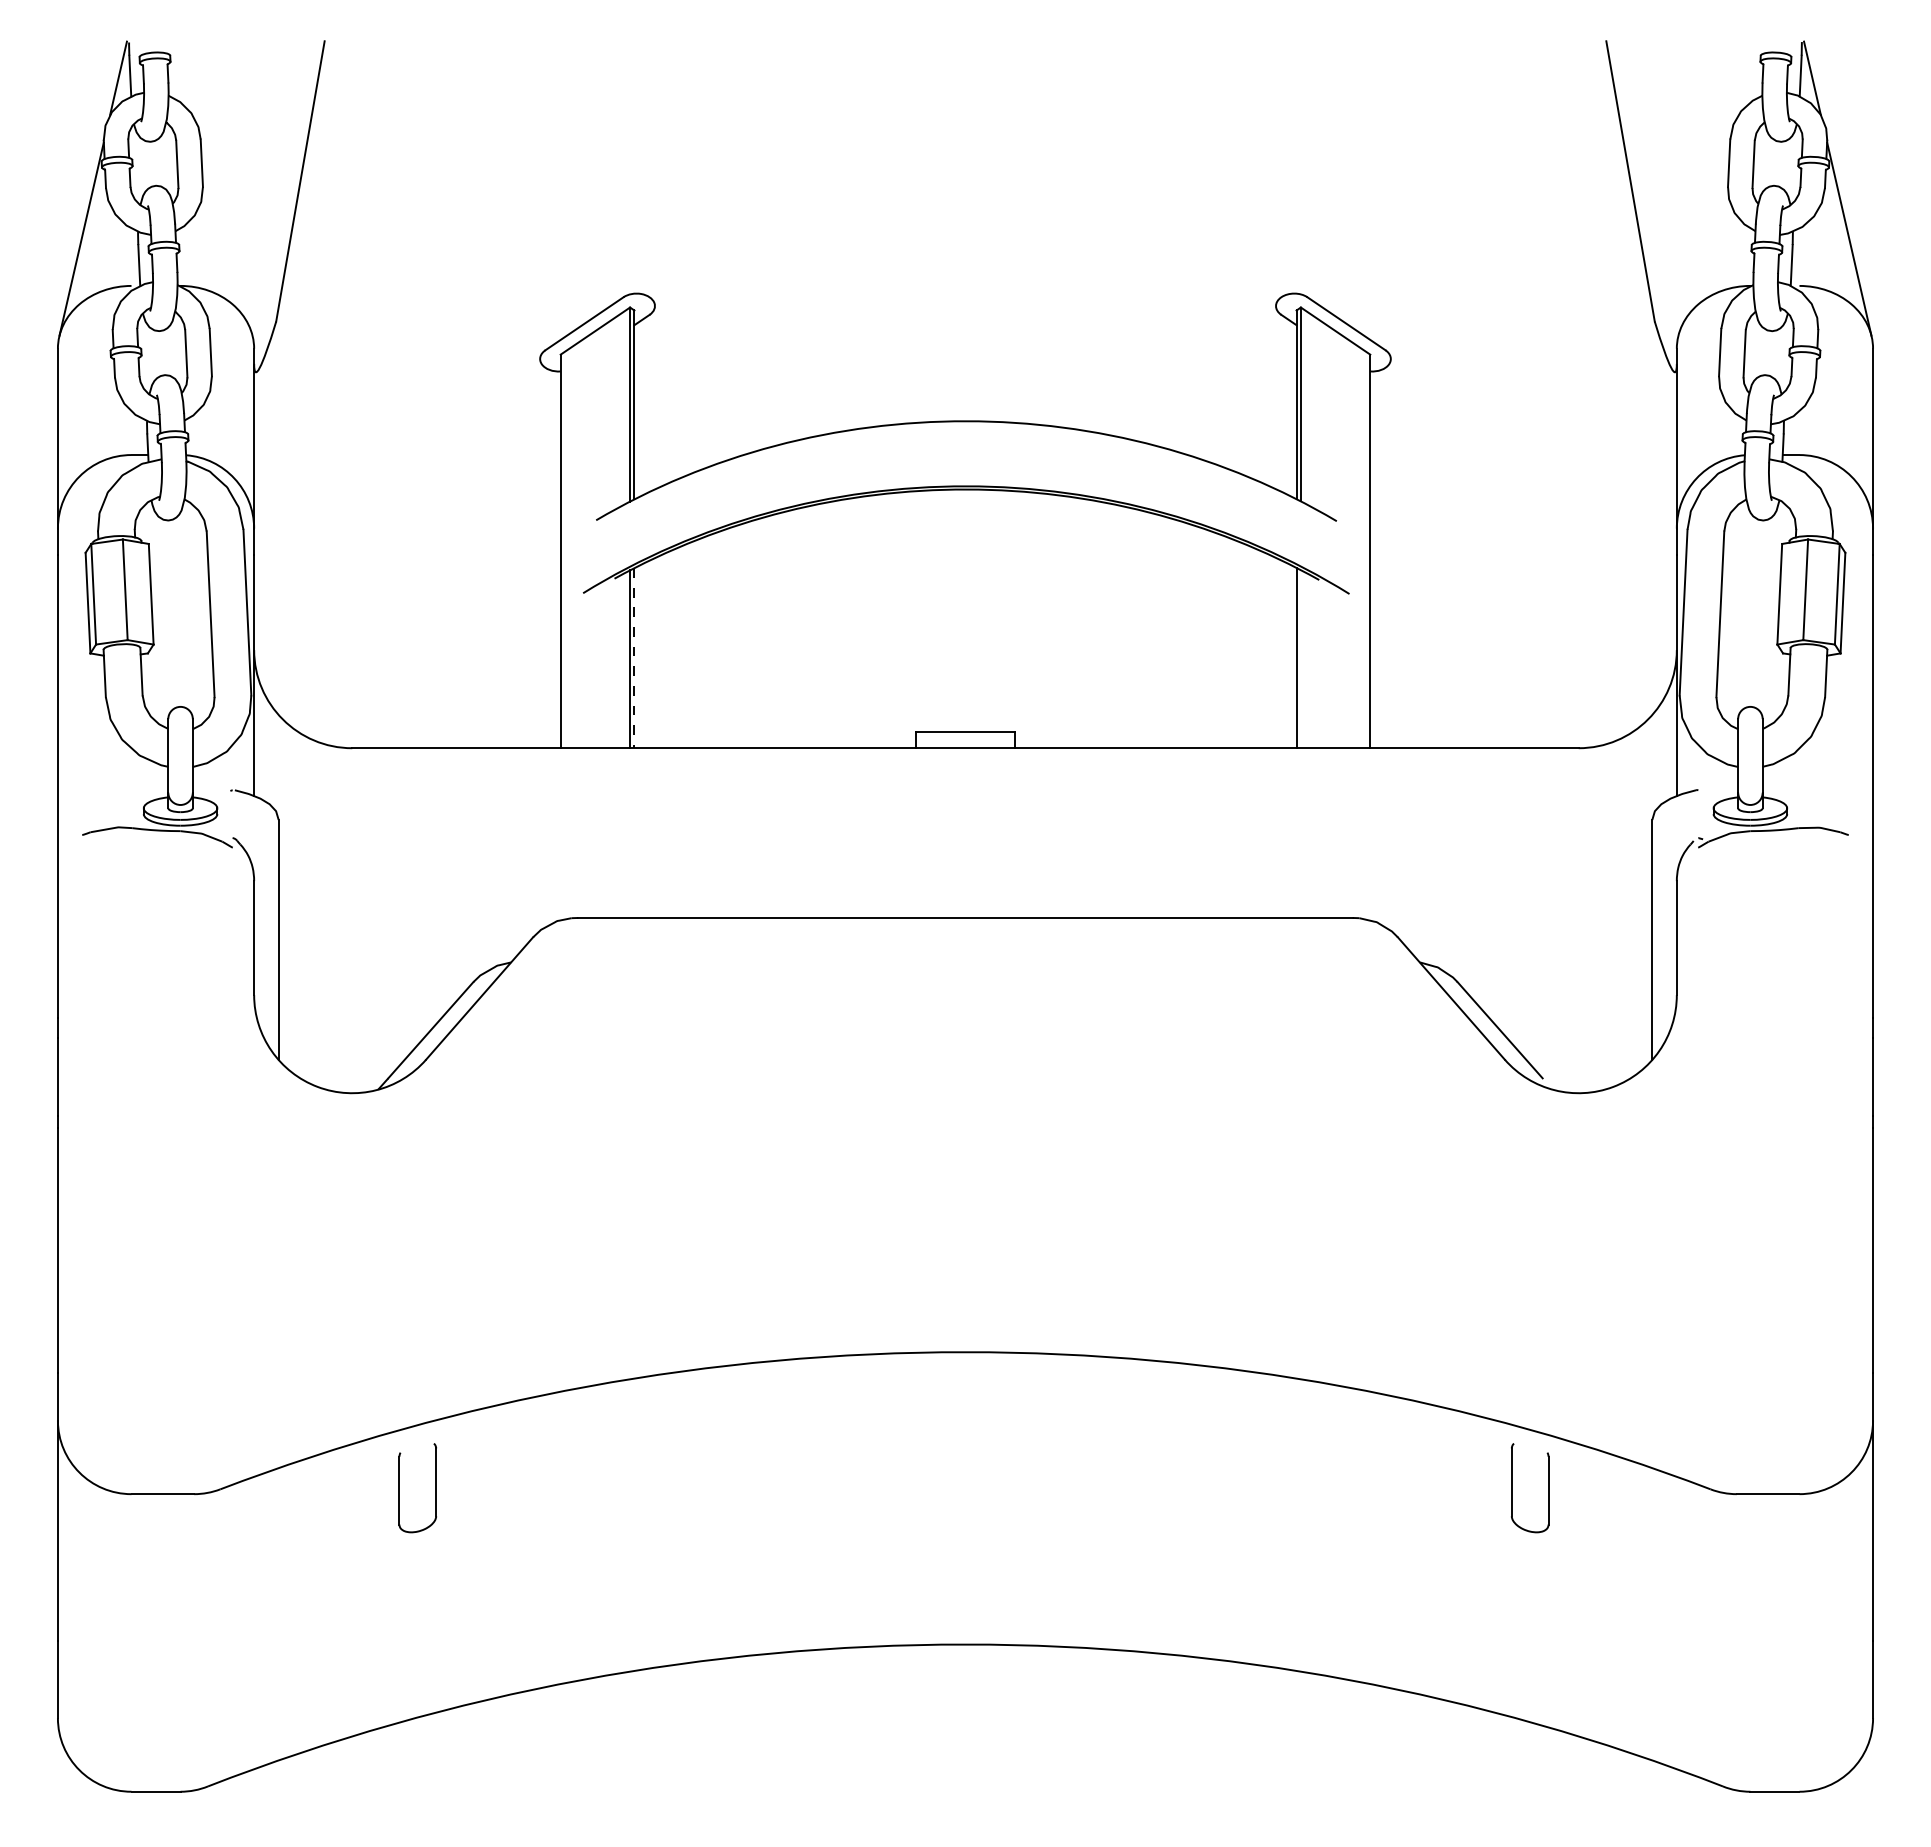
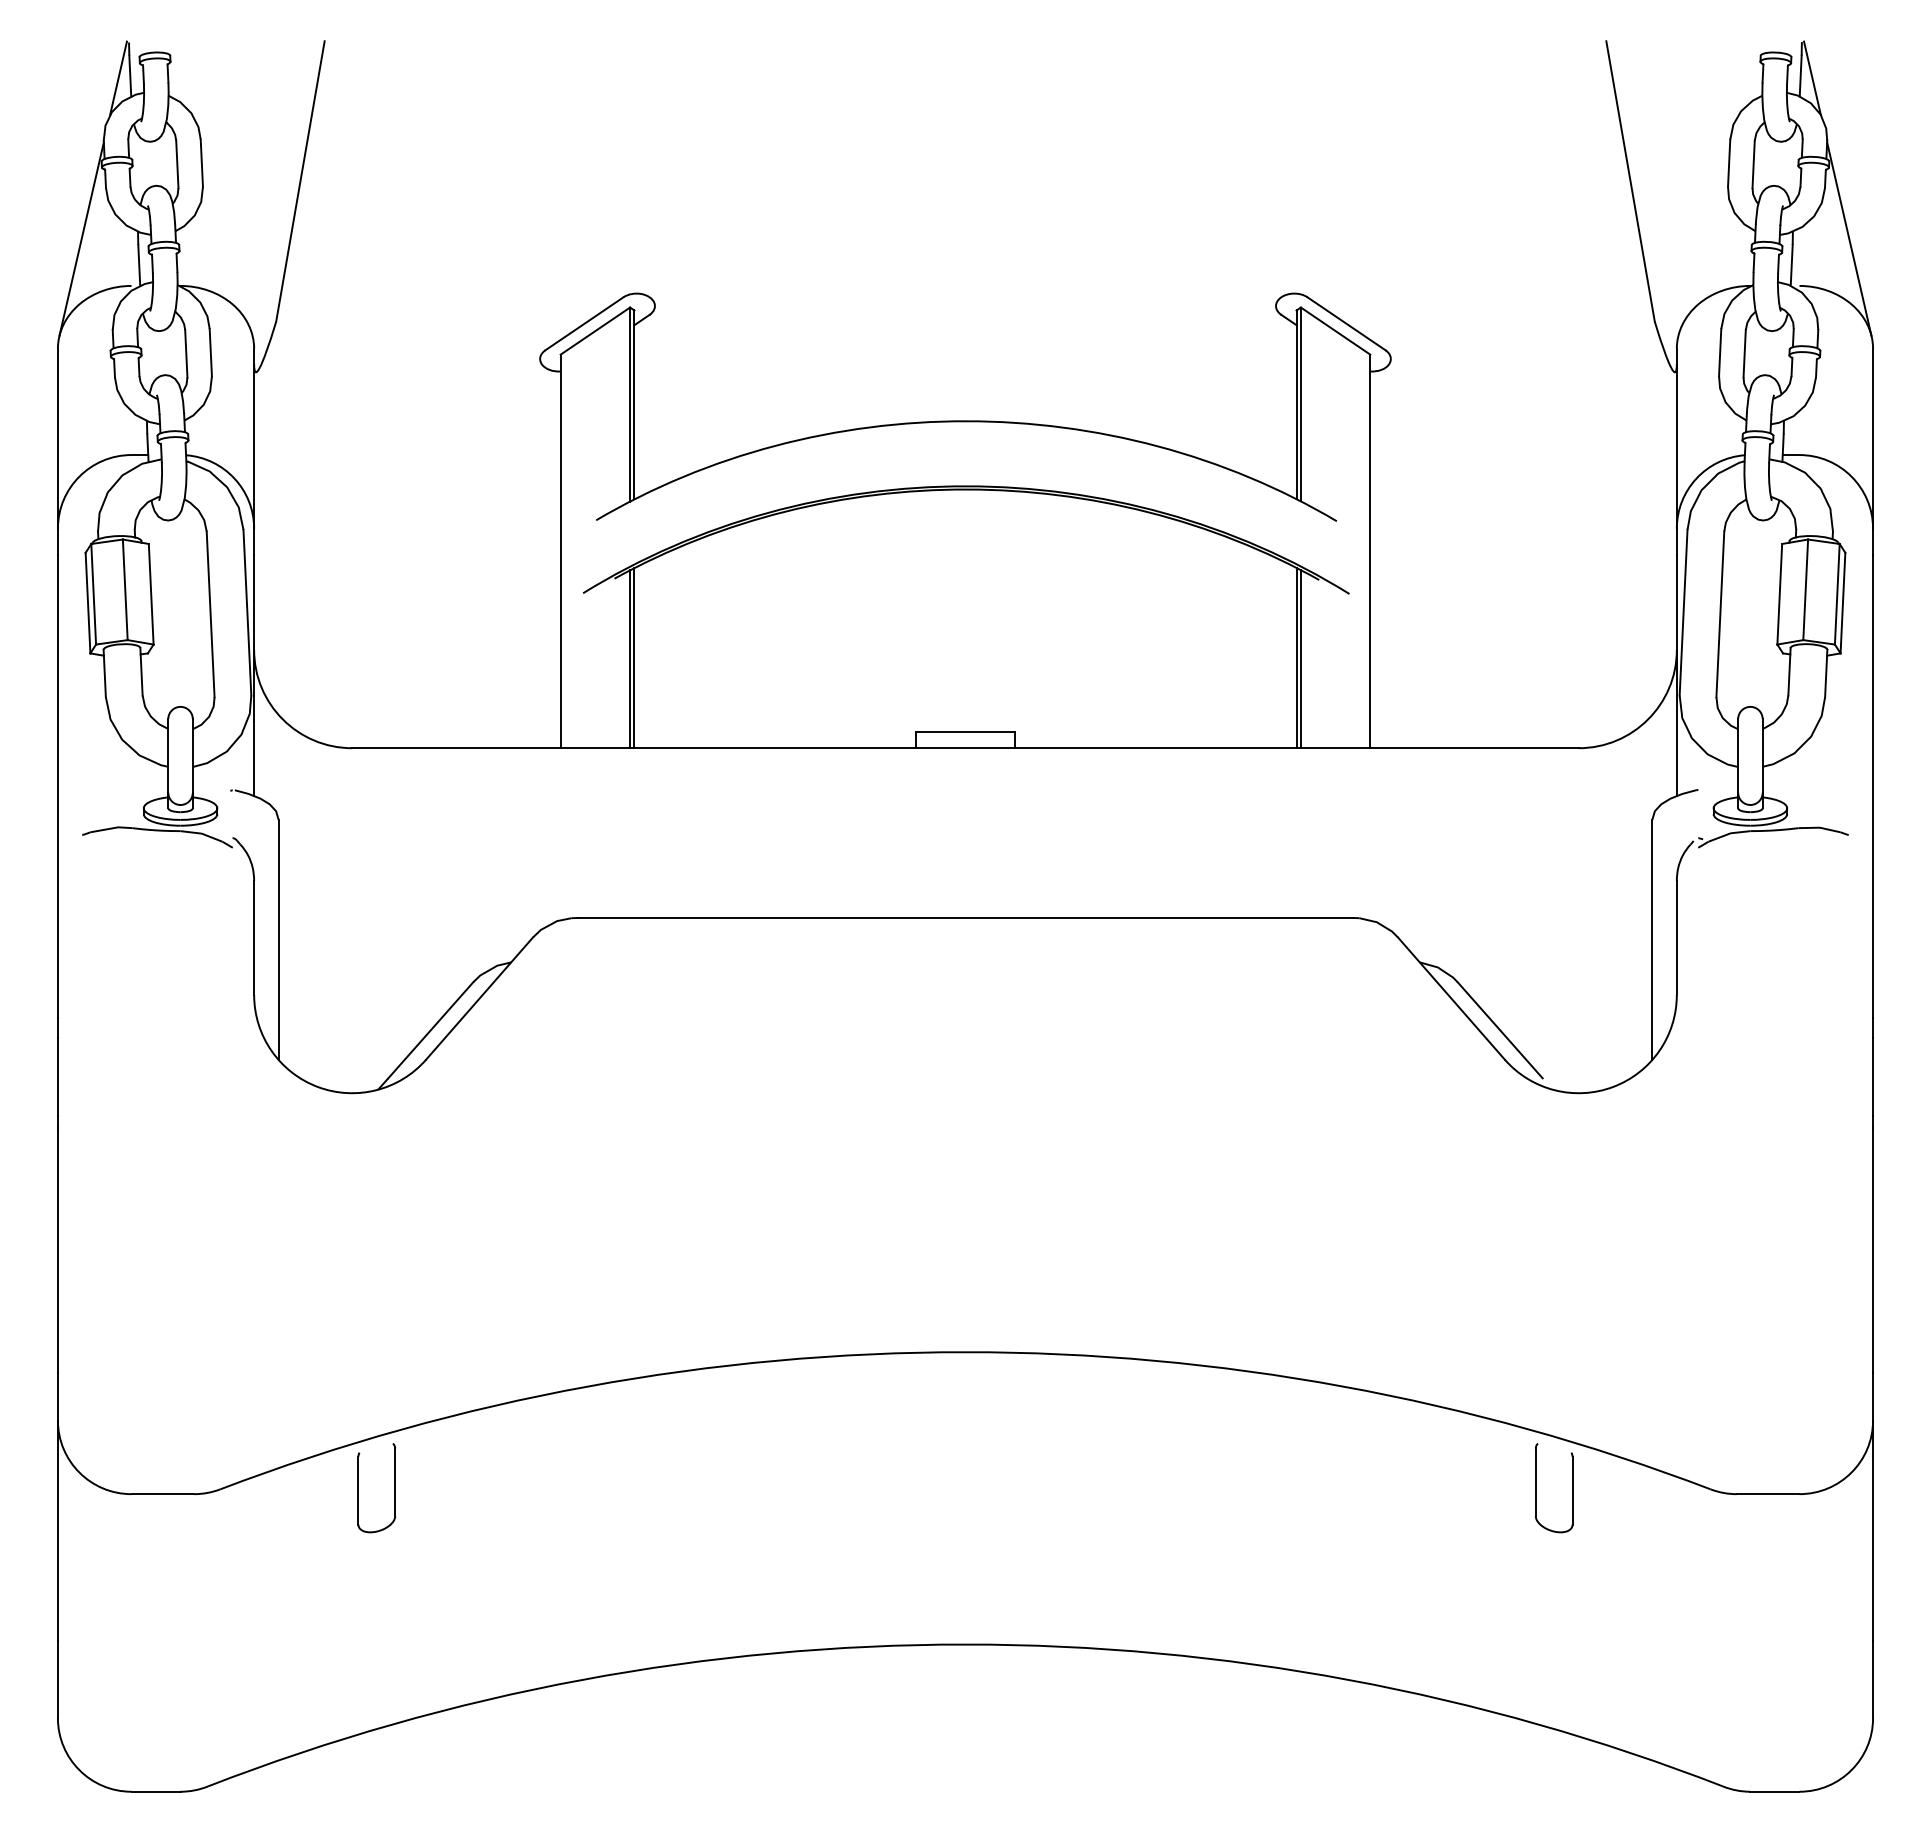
line at (634, 658): dashed -> solid
line at (1300, 659): none -> present
part at (399, 1488) position: (399, 1488) -> (358, 1488)
part at (1512, 1488) position: (1512, 1488) -> (1536, 1488)
